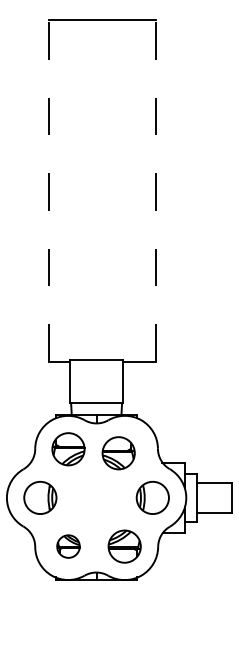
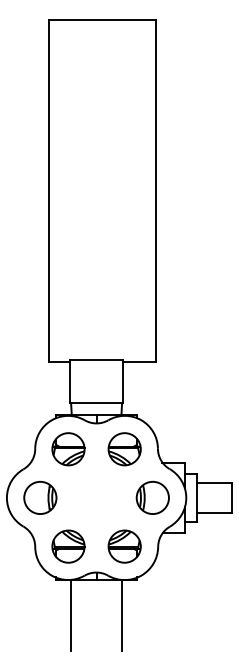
line at (49, 190): dashed -> solid
line at (155, 190): dashed -> solid
part at (118, 453) position: (118, 453) -> (124, 449)
part at (68, 546) size: 25x25 px -> 35x35 px
line at (71, 615): none -> present
line at (122, 615): none -> present
